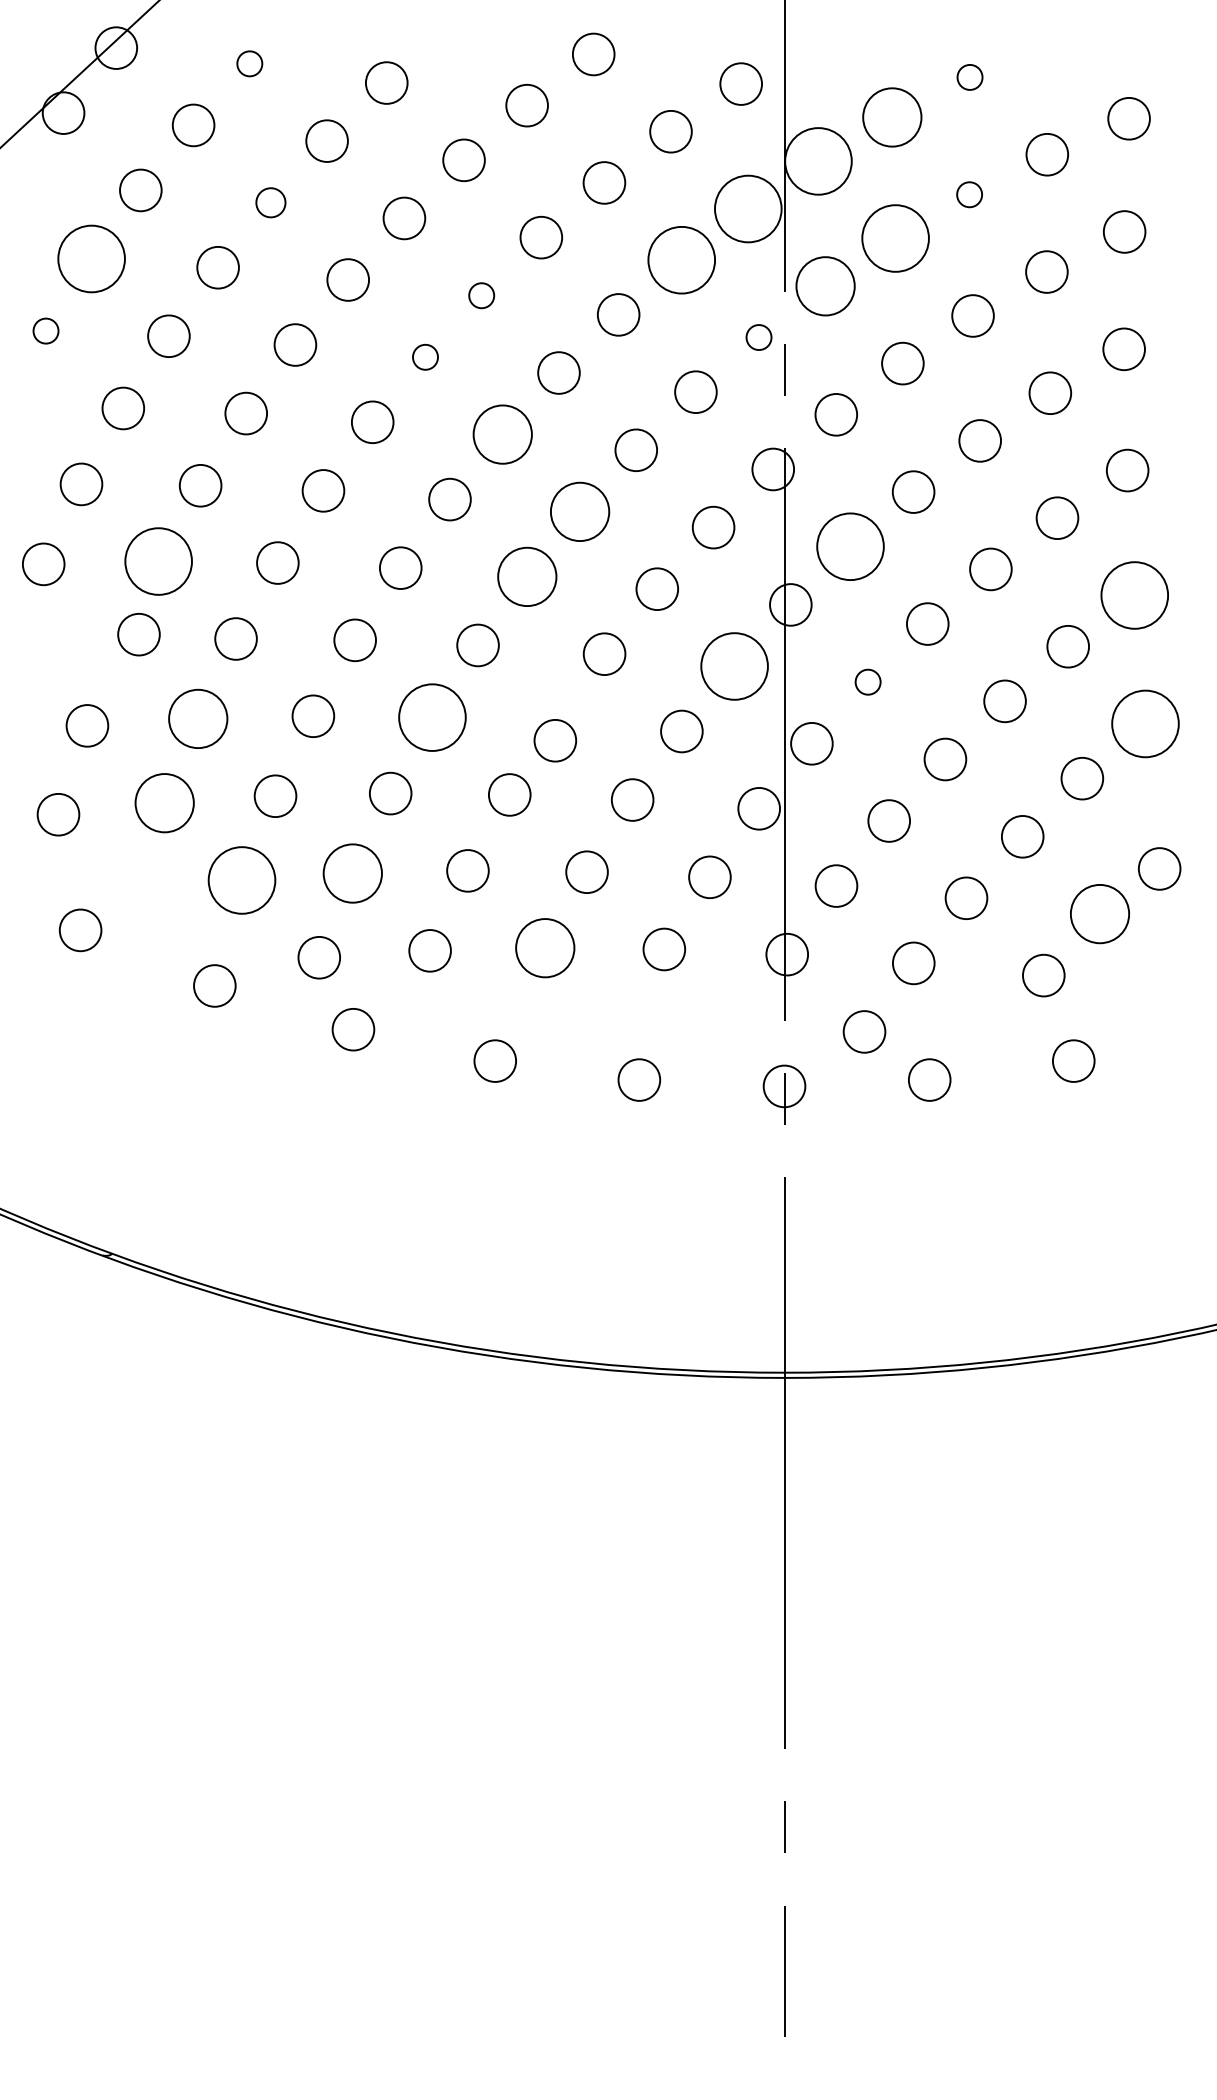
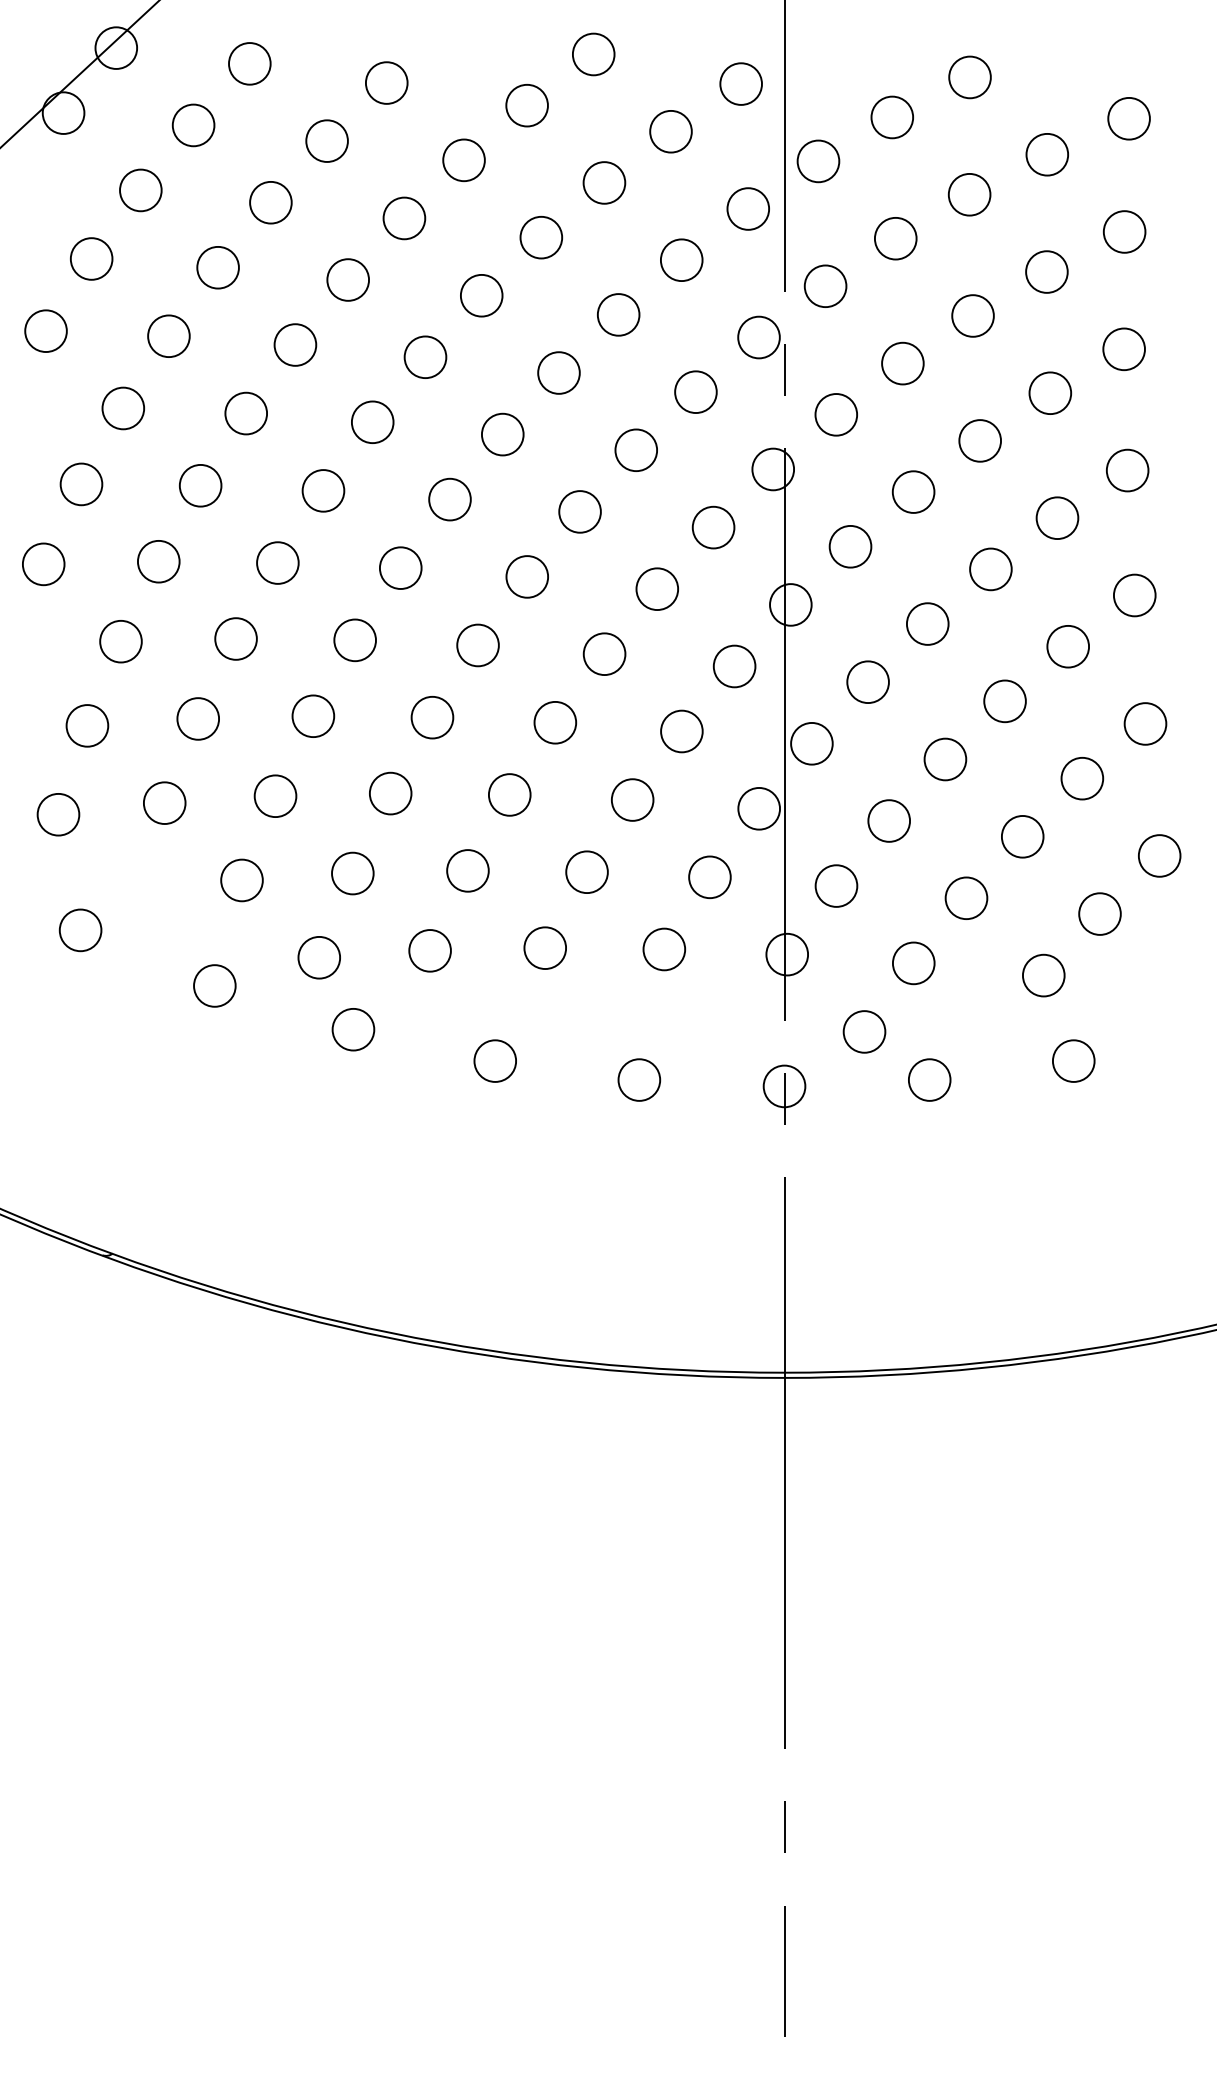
circle at (249, 63) diameter: 25 px -> 42 px
circle at (969, 76) diameter: 25 px -> 42 px
circle at (892, 117) diameter: 58 px -> 42 px
circle at (818, 161) diameter: 67 px -> 42 px
circle at (969, 194) diameter: 25 px -> 42 px
circle at (270, 202) size: 32x32 px -> 44x44 px
circle at (748, 208) diameter: 67 px -> 42 px
circle at (895, 238) size: 69x69 px -> 44x44 px
circle at (91, 258) diameter: 67 px -> 42 px
circle at (681, 259) diameter: 67 px -> 42 px
circle at (825, 286) diameter: 58 px -> 42 px
circle at (481, 295) diameter: 25 px -> 42 px
circle at (45, 330) size: 28x28 px -> 44x44 px
circle at (758, 337) diameter: 25 px -> 42 px
circle at (425, 356) diameter: 25 px -> 42 px
circle at (502, 434) diameter: 58 px -> 42 px
circle at (579, 511) diameter: 58 px -> 42 px
circle at (850, 546) diameter: 67 px -> 42 px
circle at (158, 561) size: 69x69 px -> 44x44 px
circle at (527, 576) diameter: 58 px -> 42 px
circle at (1134, 595) diameter: 67 px -> 42 px
circle at (138, 634) position: (138, 634) -> (120, 641)
circle at (734, 666) diameter: 67 px -> 42 px
circle at (867, 681) diameter: 25 px -> 42 px
circle at (432, 717) diameter: 67 px -> 42 px
circle at (198, 718) diameter: 58 px -> 42 px
circle at (1145, 723) diameter: 67 px -> 42 px
circle at (555, 740) position: (555, 740) -> (555, 722)
circle at (164, 803) diameter: 58 px -> 42 px
circle at (1159, 868) position: (1159, 868) -> (1159, 855)
circle at (352, 873) diameter: 58 px -> 42 px
circle at (241, 880) diameter: 67 px -> 42 px
circle at (1099, 913) diameter: 58 px -> 42 px
circle at (545, 948) diameter: 58 px -> 42 px
